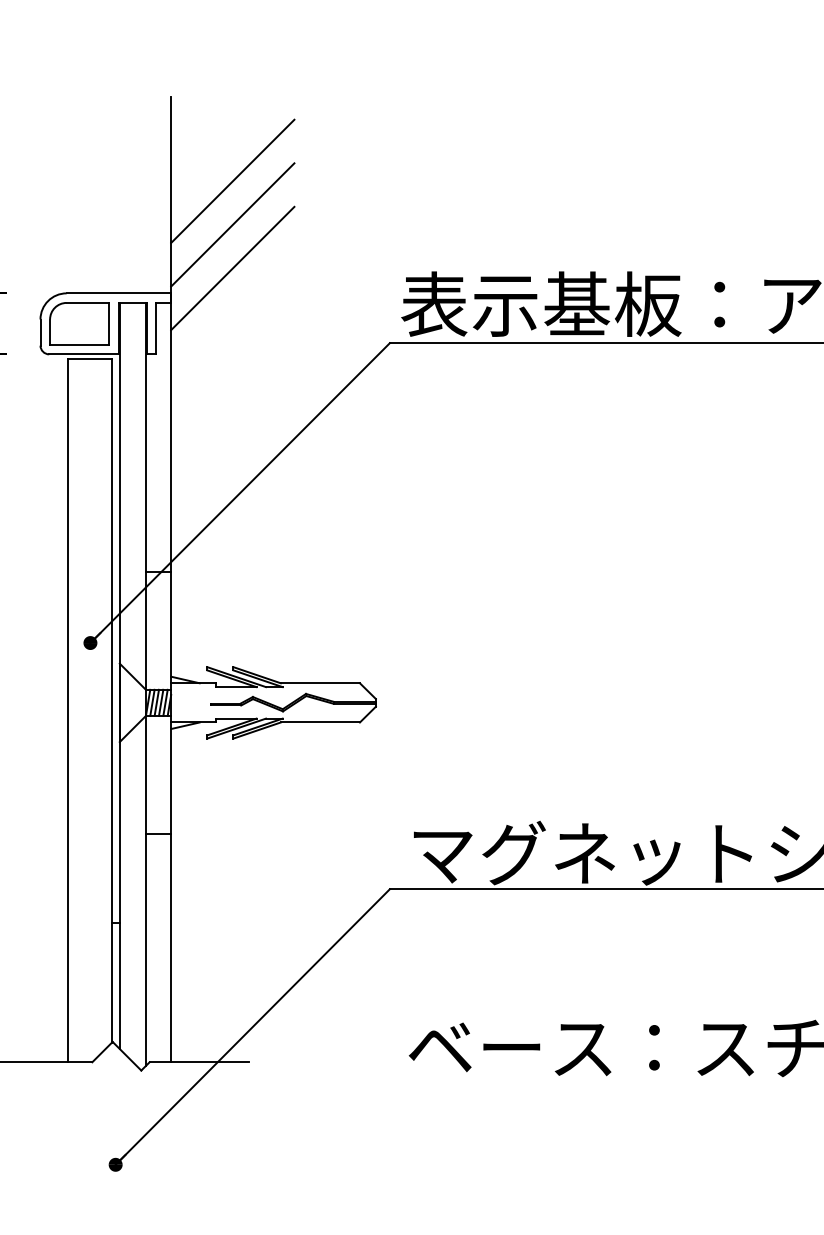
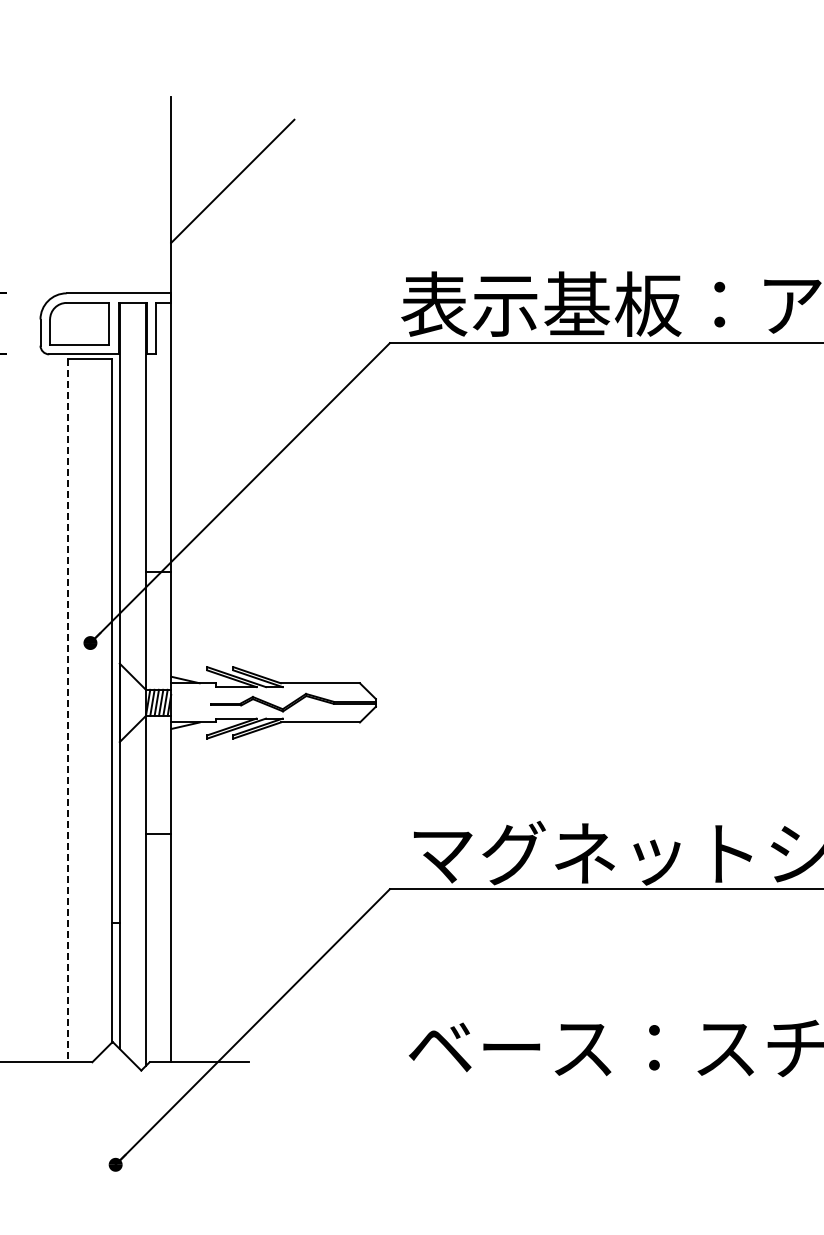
line at (232, 224): present -> none
line at (232, 268): present -> none
line at (68, 710): solid -> dashed
